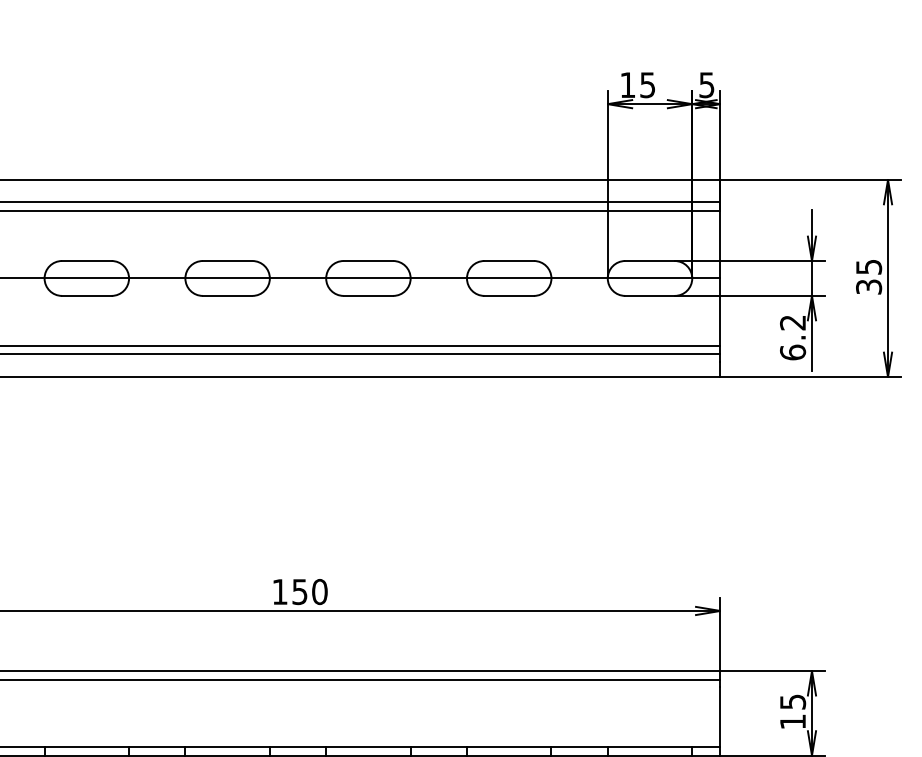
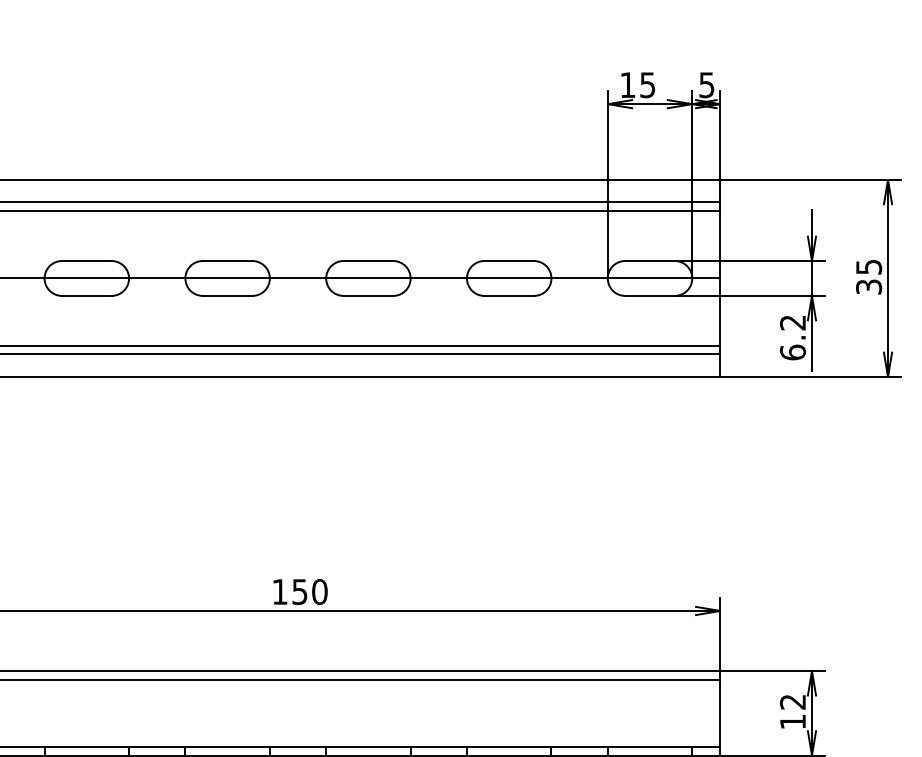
text at (793, 701): 15 -> 12
